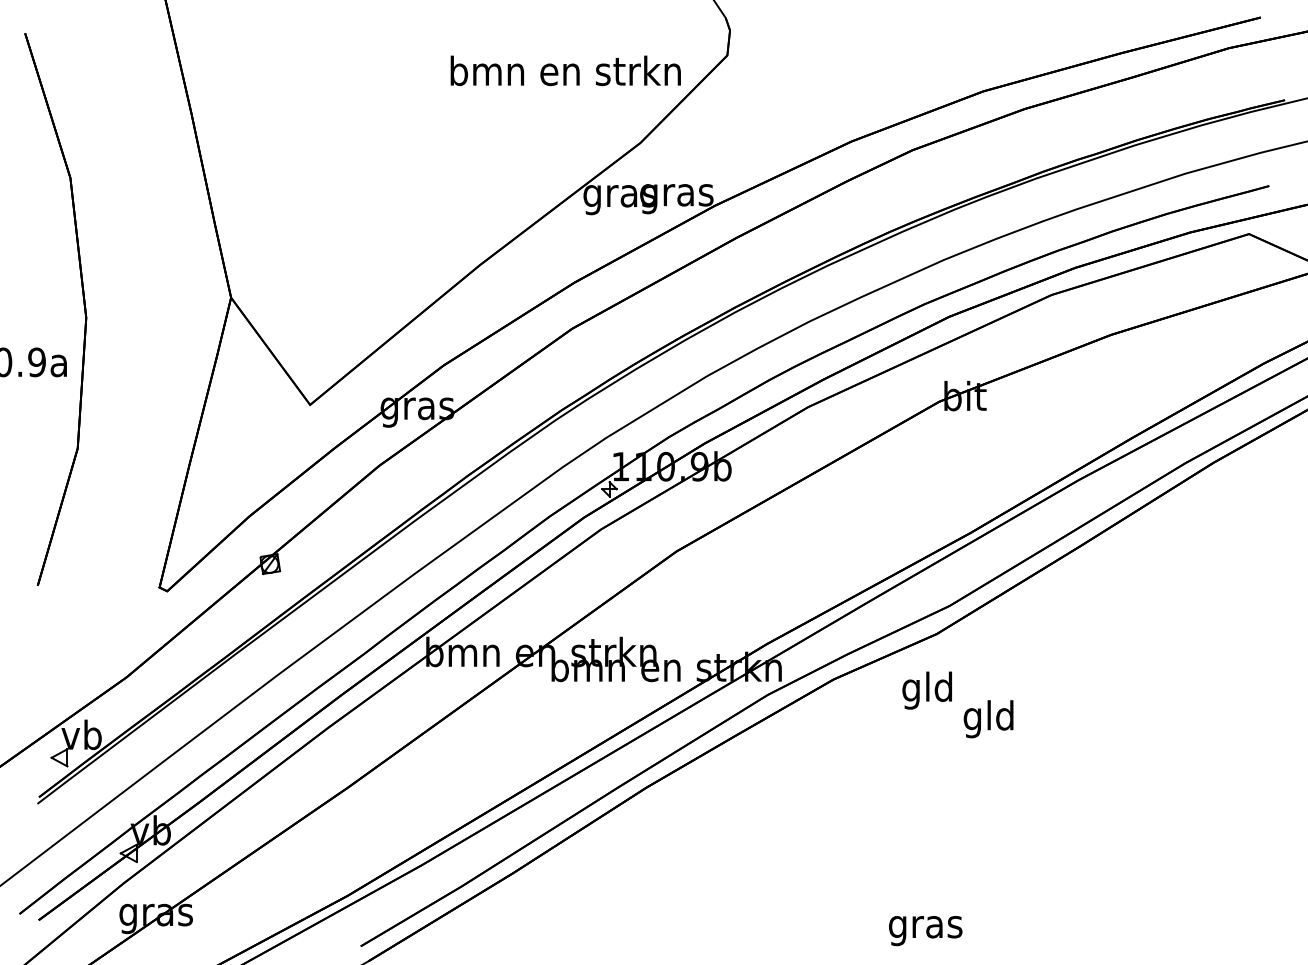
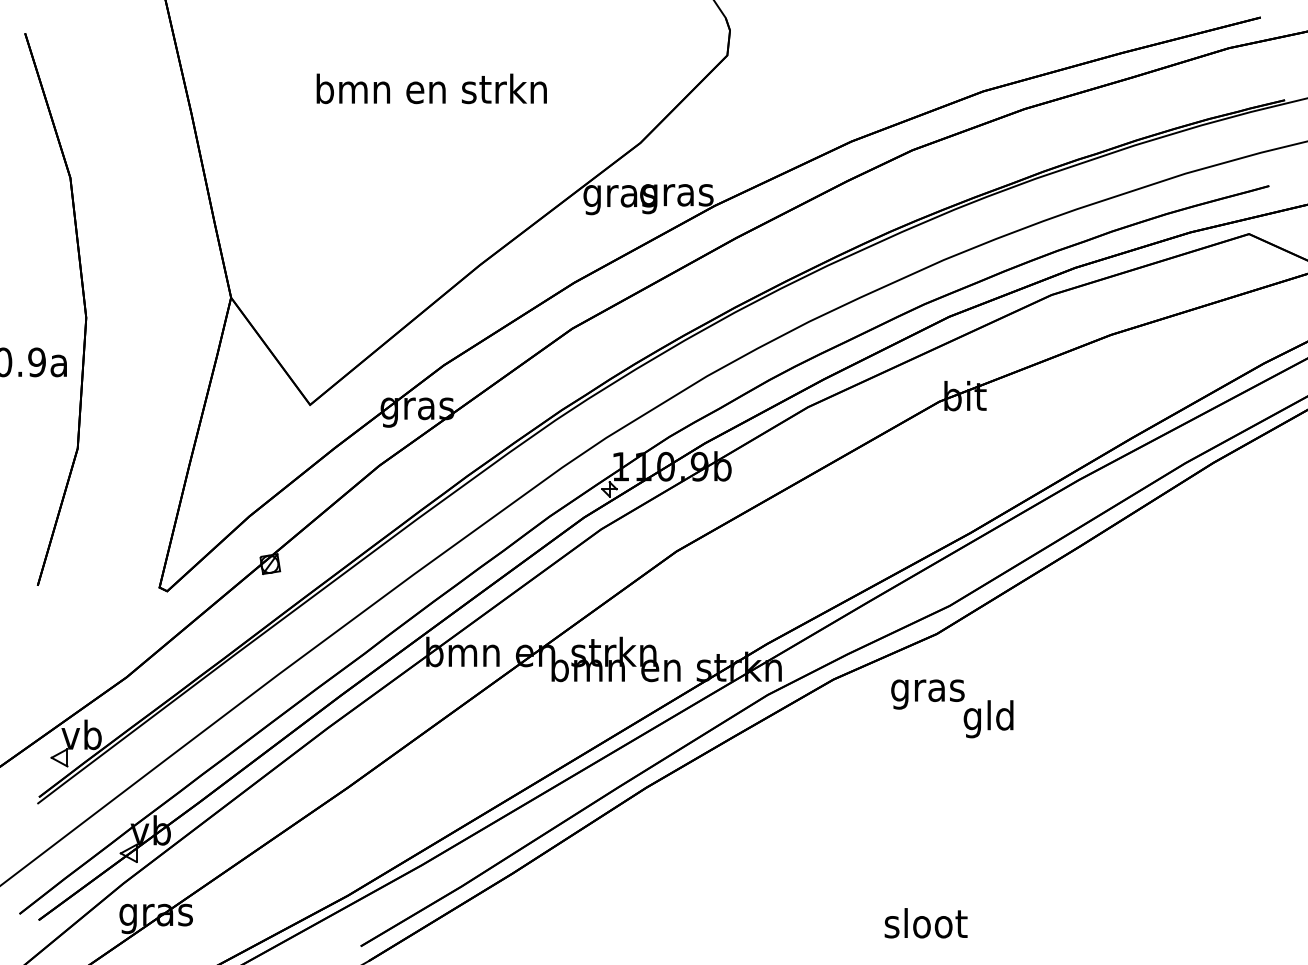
text at (565, 70) position: (565, 70) -> (431, 88)
text at (927, 690): gld -> gras
text at (925, 927): gras -> sloot
